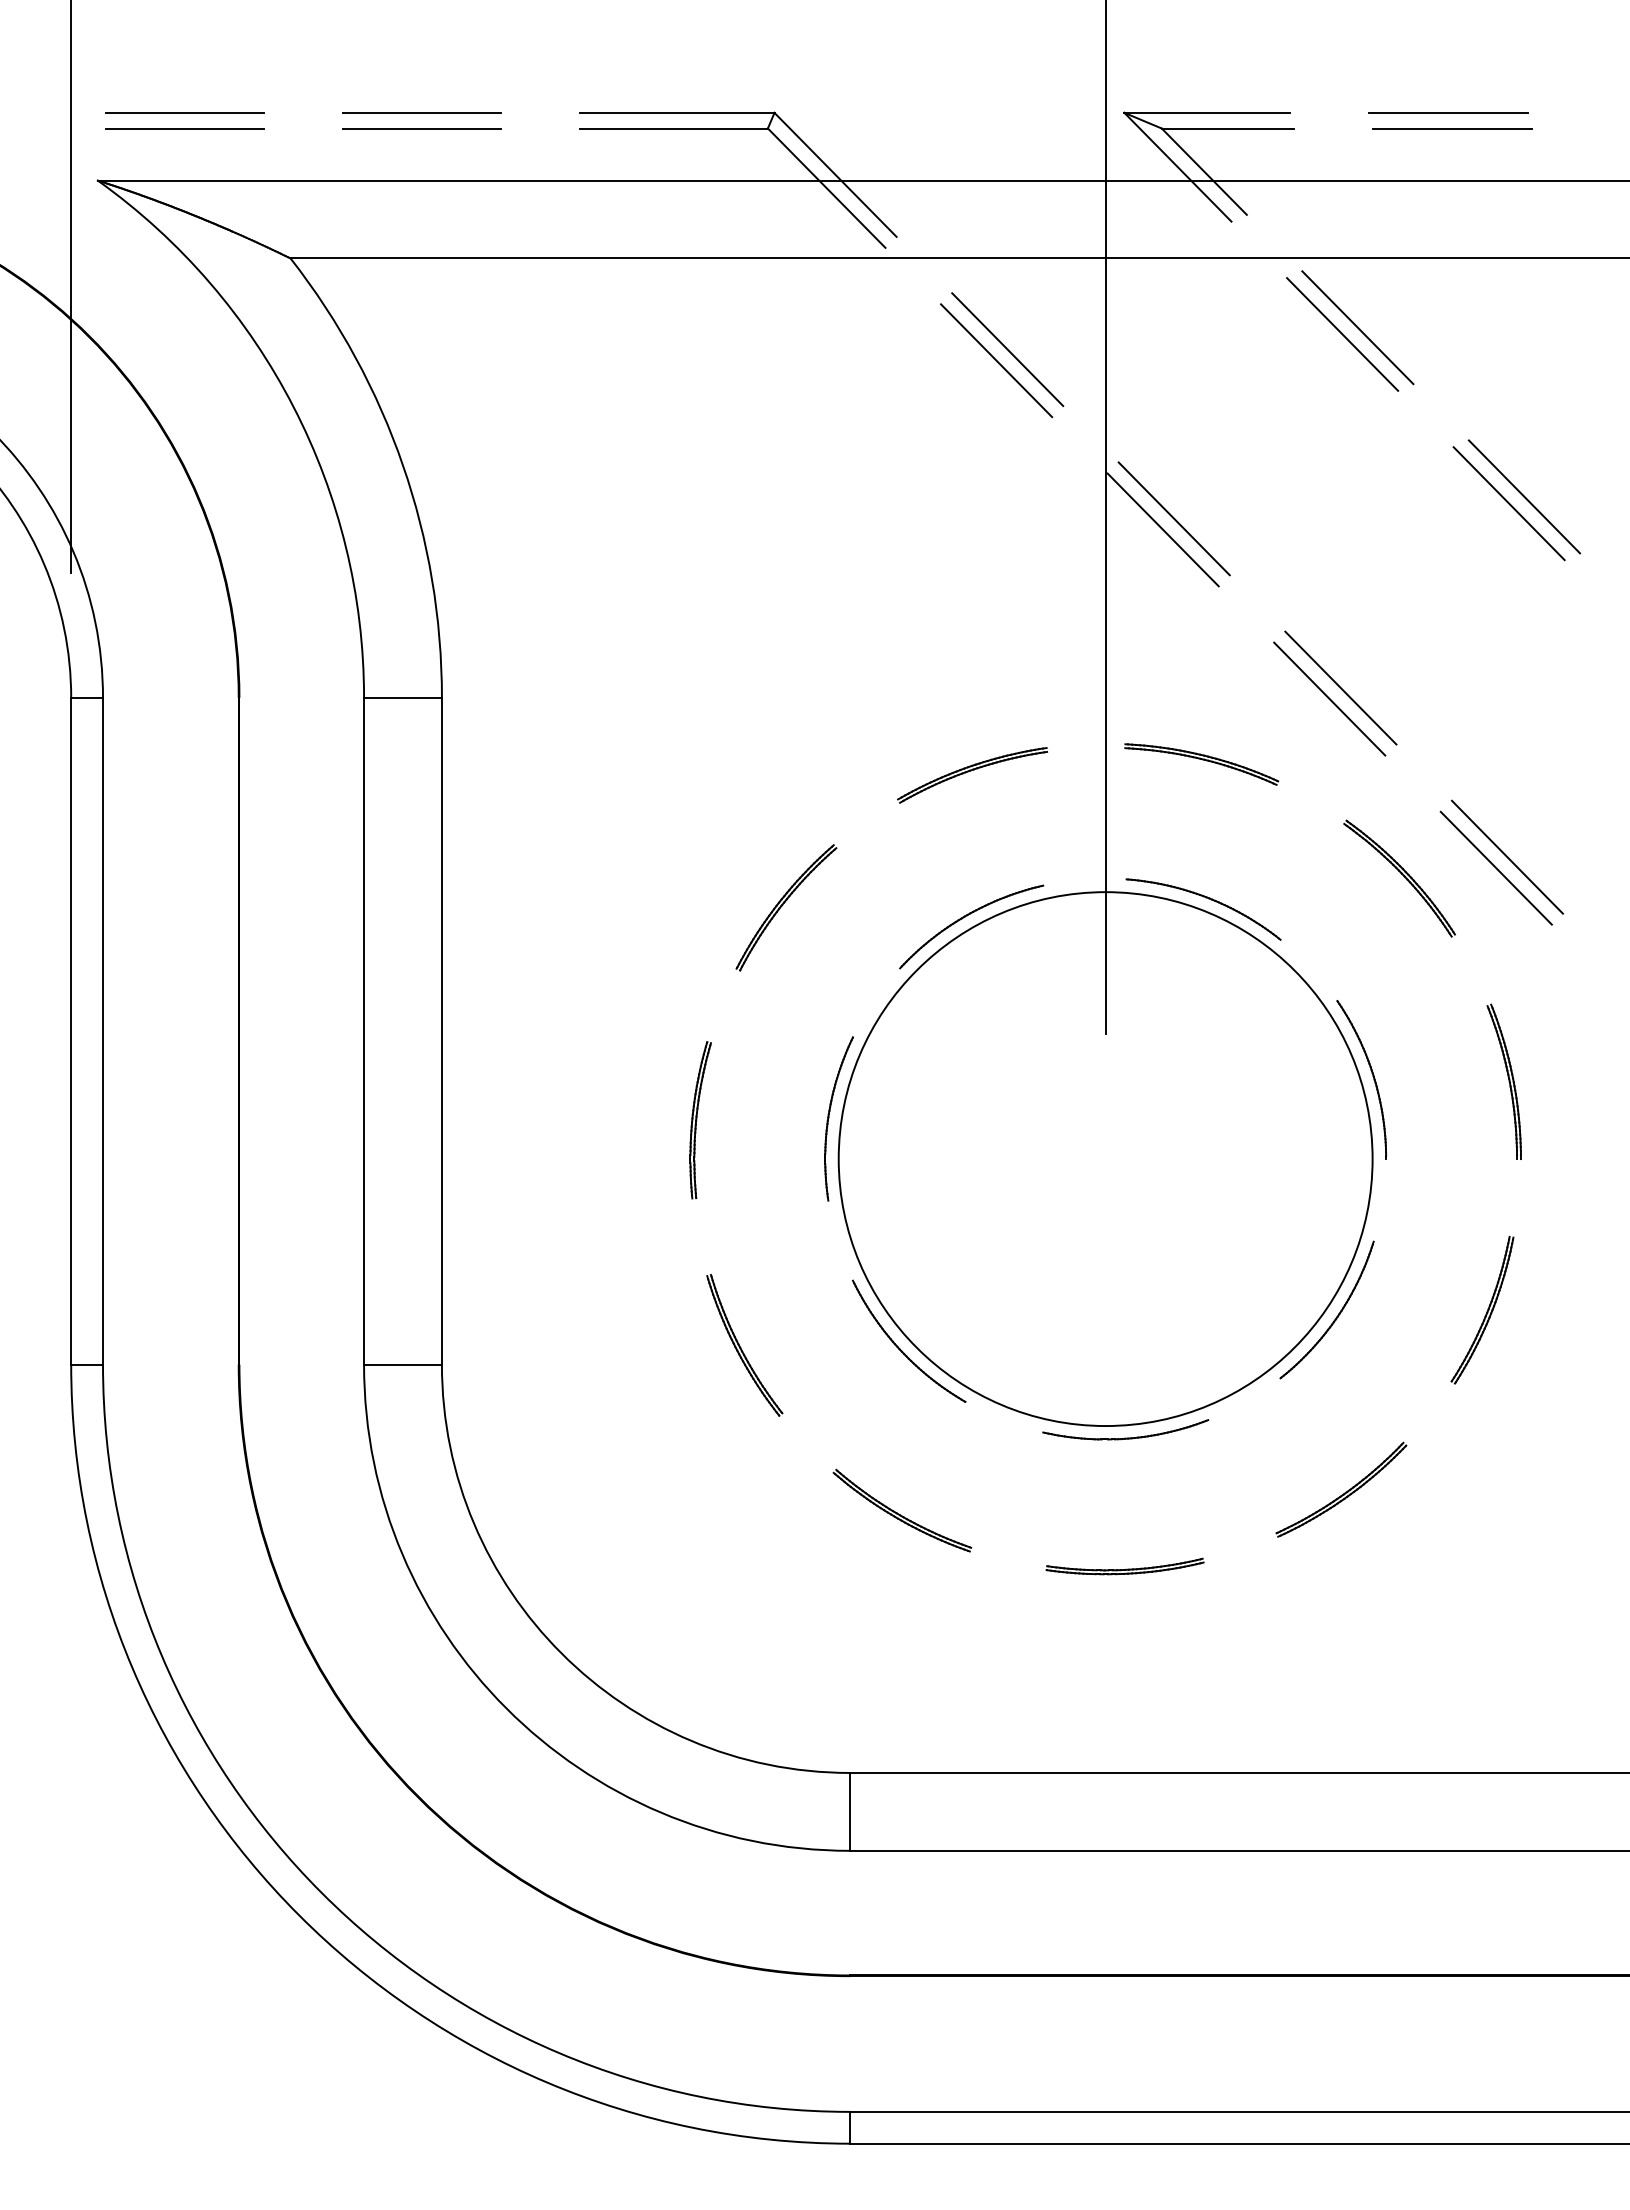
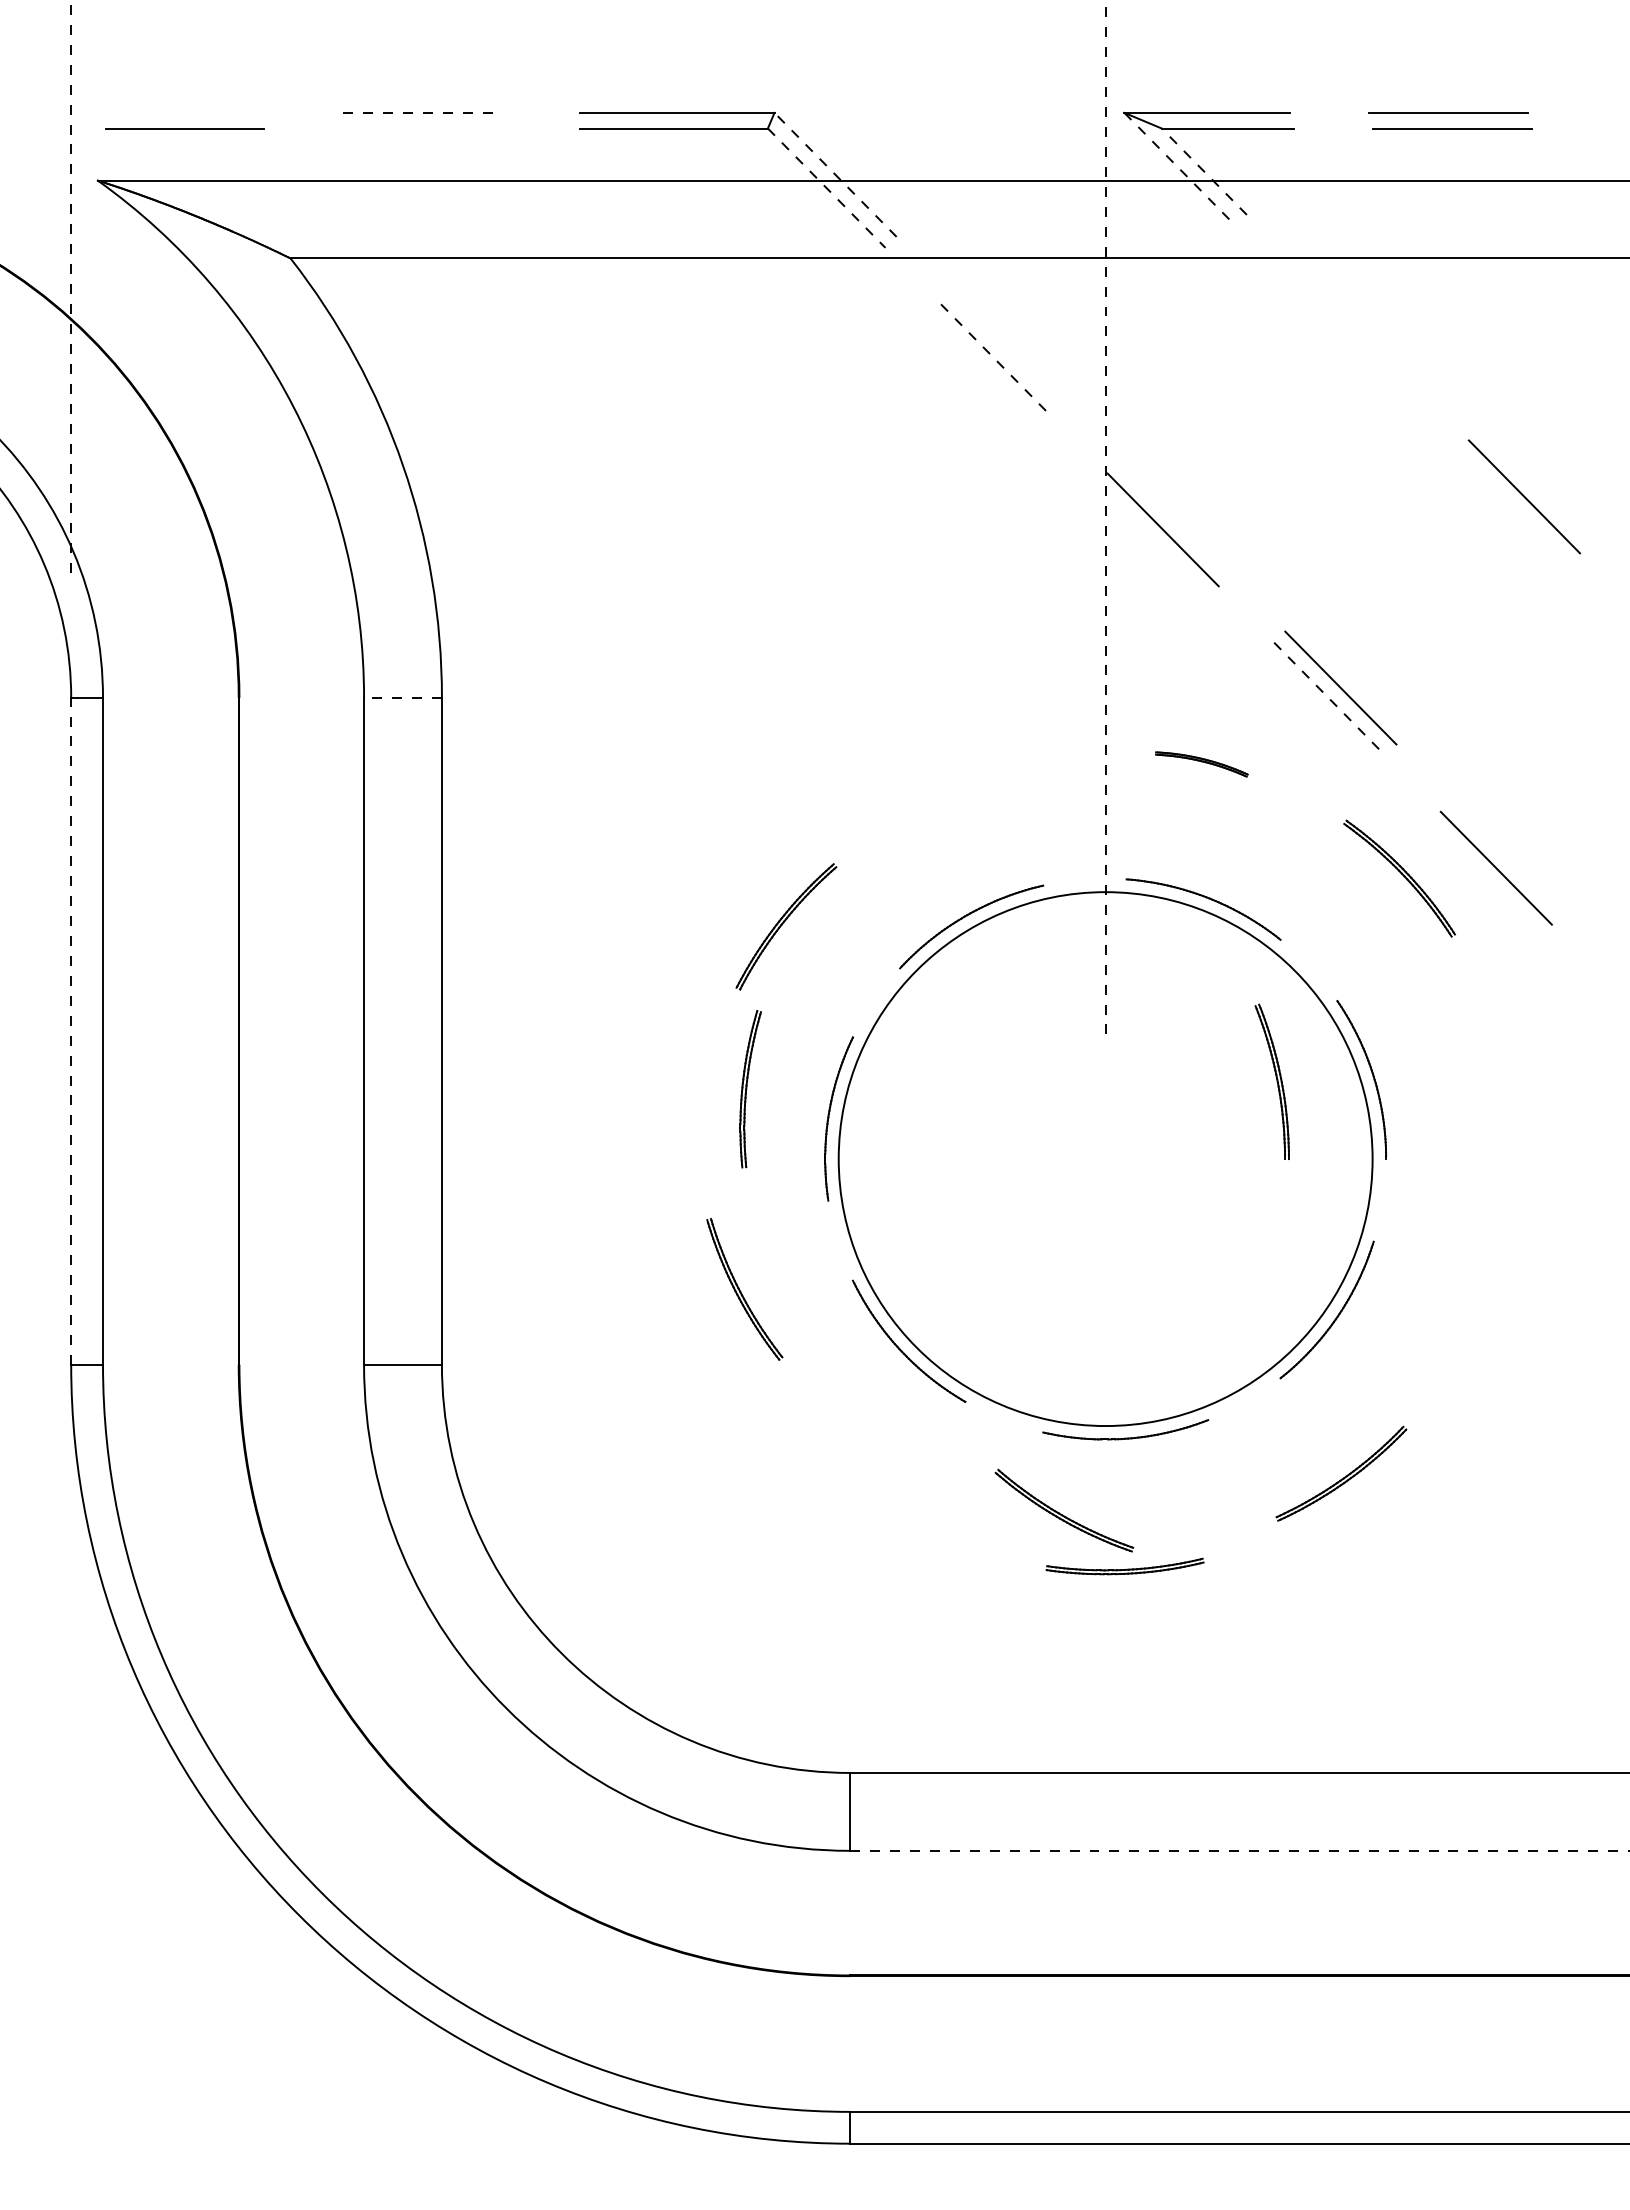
line at (184, 112): present -> none
line at (422, 112): solid -> dashed
line at (421, 128): present -> none
line at (1178, 167): solid -> dashed
line at (1204, 171): solid -> dashed
line at (835, 174): solid -> dashed
line at (826, 188): solid -> dashed
line at (71, 286): solid -> dashed
line at (1357, 327): present -> none
line at (1342, 334): present -> none
line at (1007, 349): present -> none
line at (996, 361): solid -> dashed
line at (1508, 503): present -> none
line at (1105, 517): solid -> dashed
line at (1173, 518): present -> none
line at (403, 697): solid -> dashed
line at (1330, 699): solid -> dashed
part at (1201, 764) size: 156x43 px -> 94x27 px
part at (972, 775): present -> none
line at (1506, 856): present -> none
part at (786, 907) position: (786, 907) -> (786, 926)
line at (71, 1030): solid -> dashed
part at (1503, 1081) position: (1503, 1081) -> (1271, 1081)
part at (700, 1120) position: (700, 1120) -> (750, 1089)
part at (1482, 1309): present -> none
part at (744, 1345) position: (744, 1345) -> (744, 1289)
part at (1341, 1489) position: (1341, 1489) -> (1341, 1473)
part at (902, 1510) position: (902, 1510) -> (1064, 1510)
line at (1240, 1850): solid -> dashed
